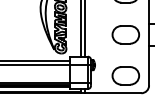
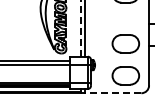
line at (80, 28): solid -> dashed
part at (125, 34) position: (125, 34) -> (125, 43)
line at (112, 93): solid -> dashed
